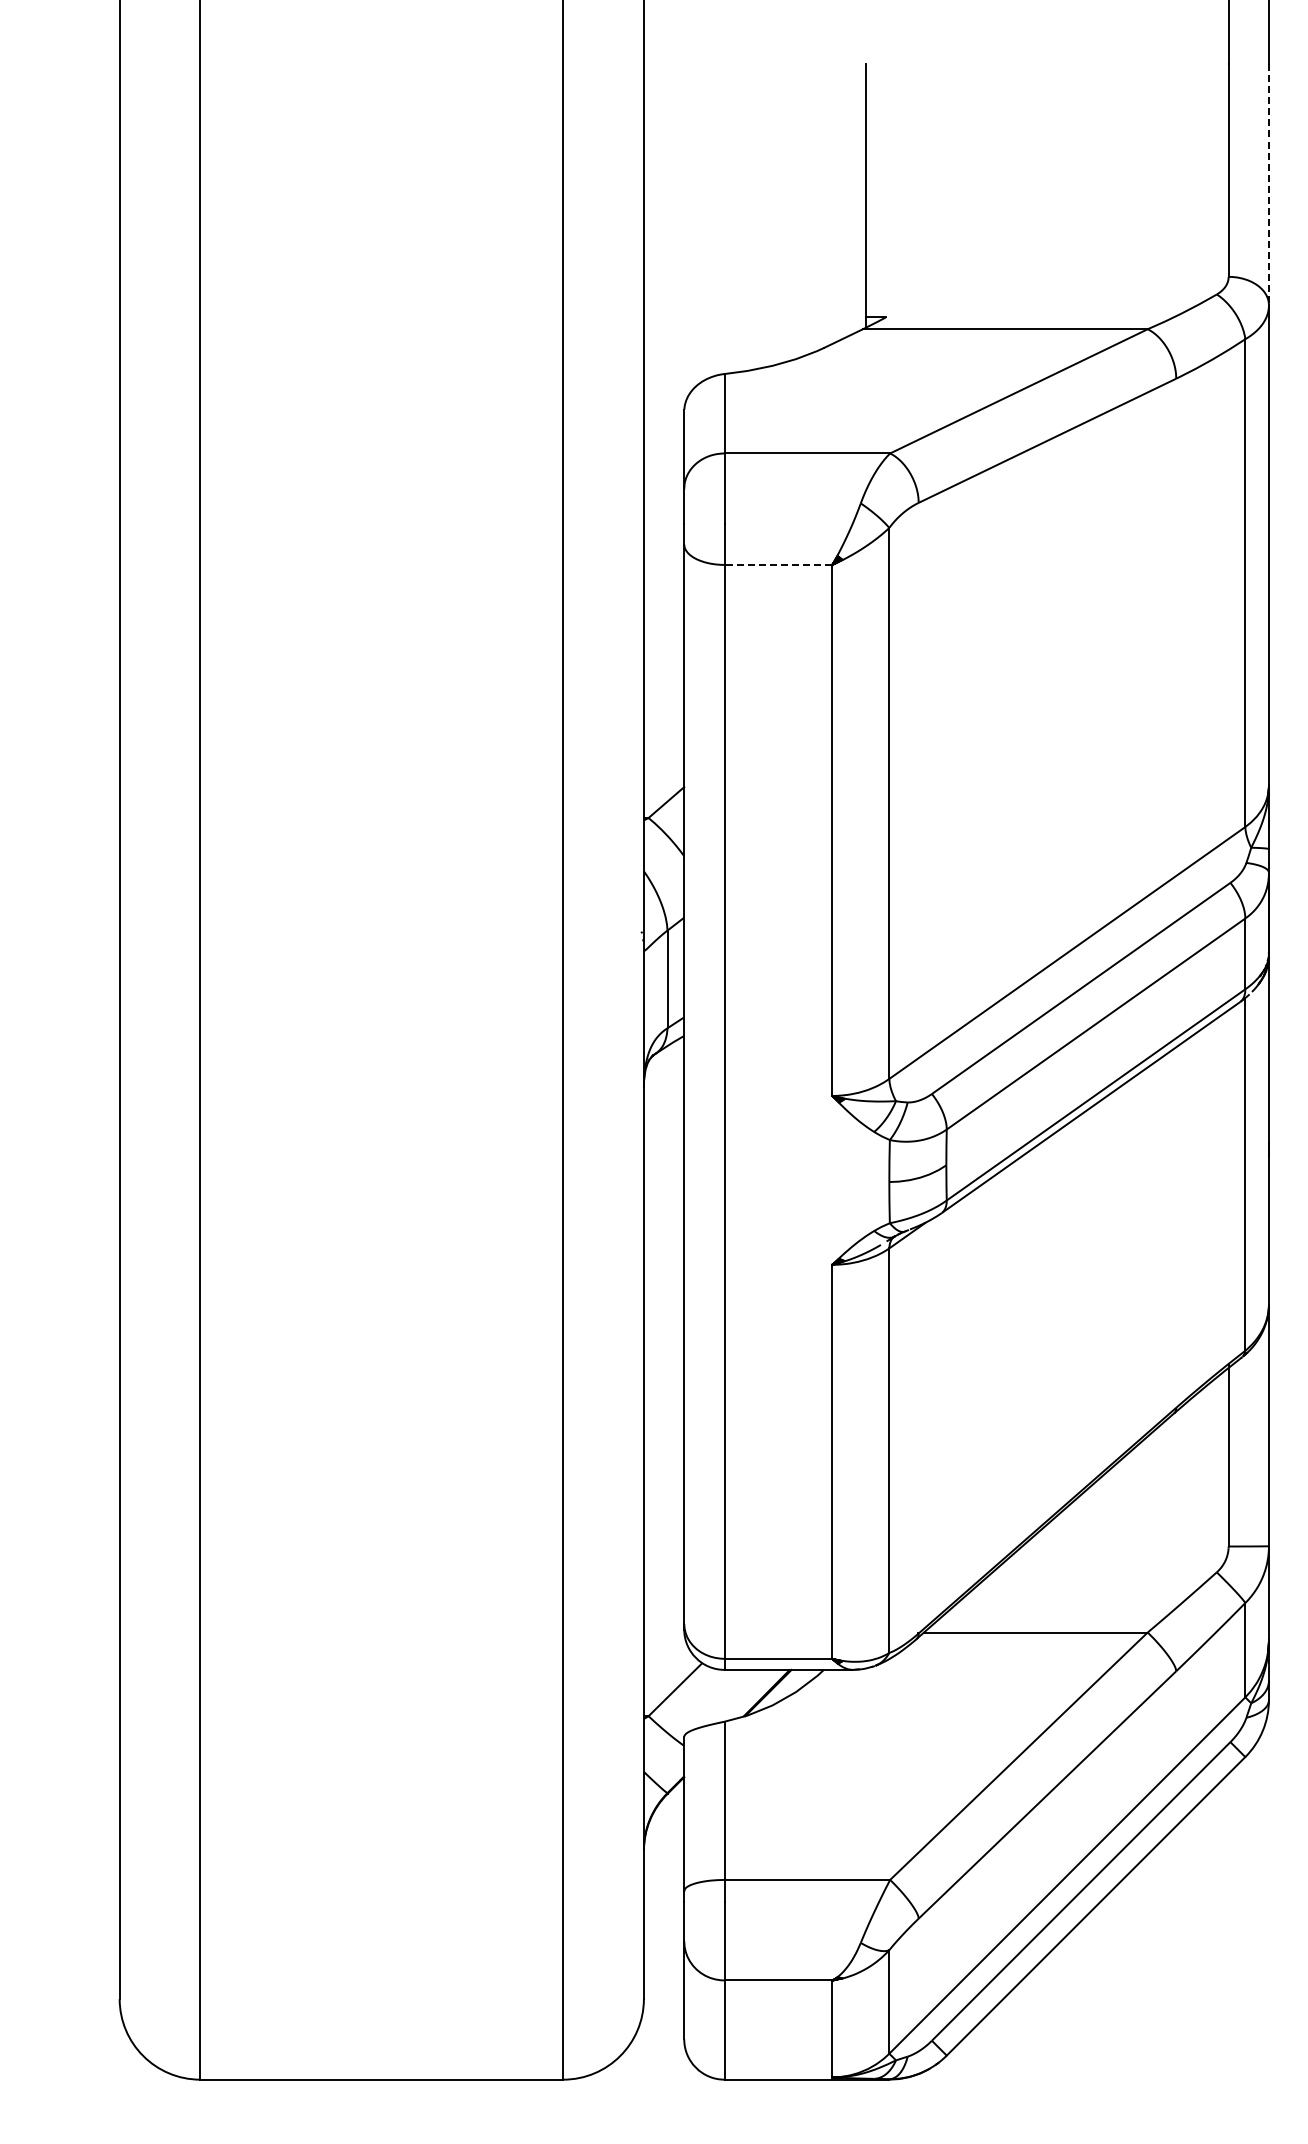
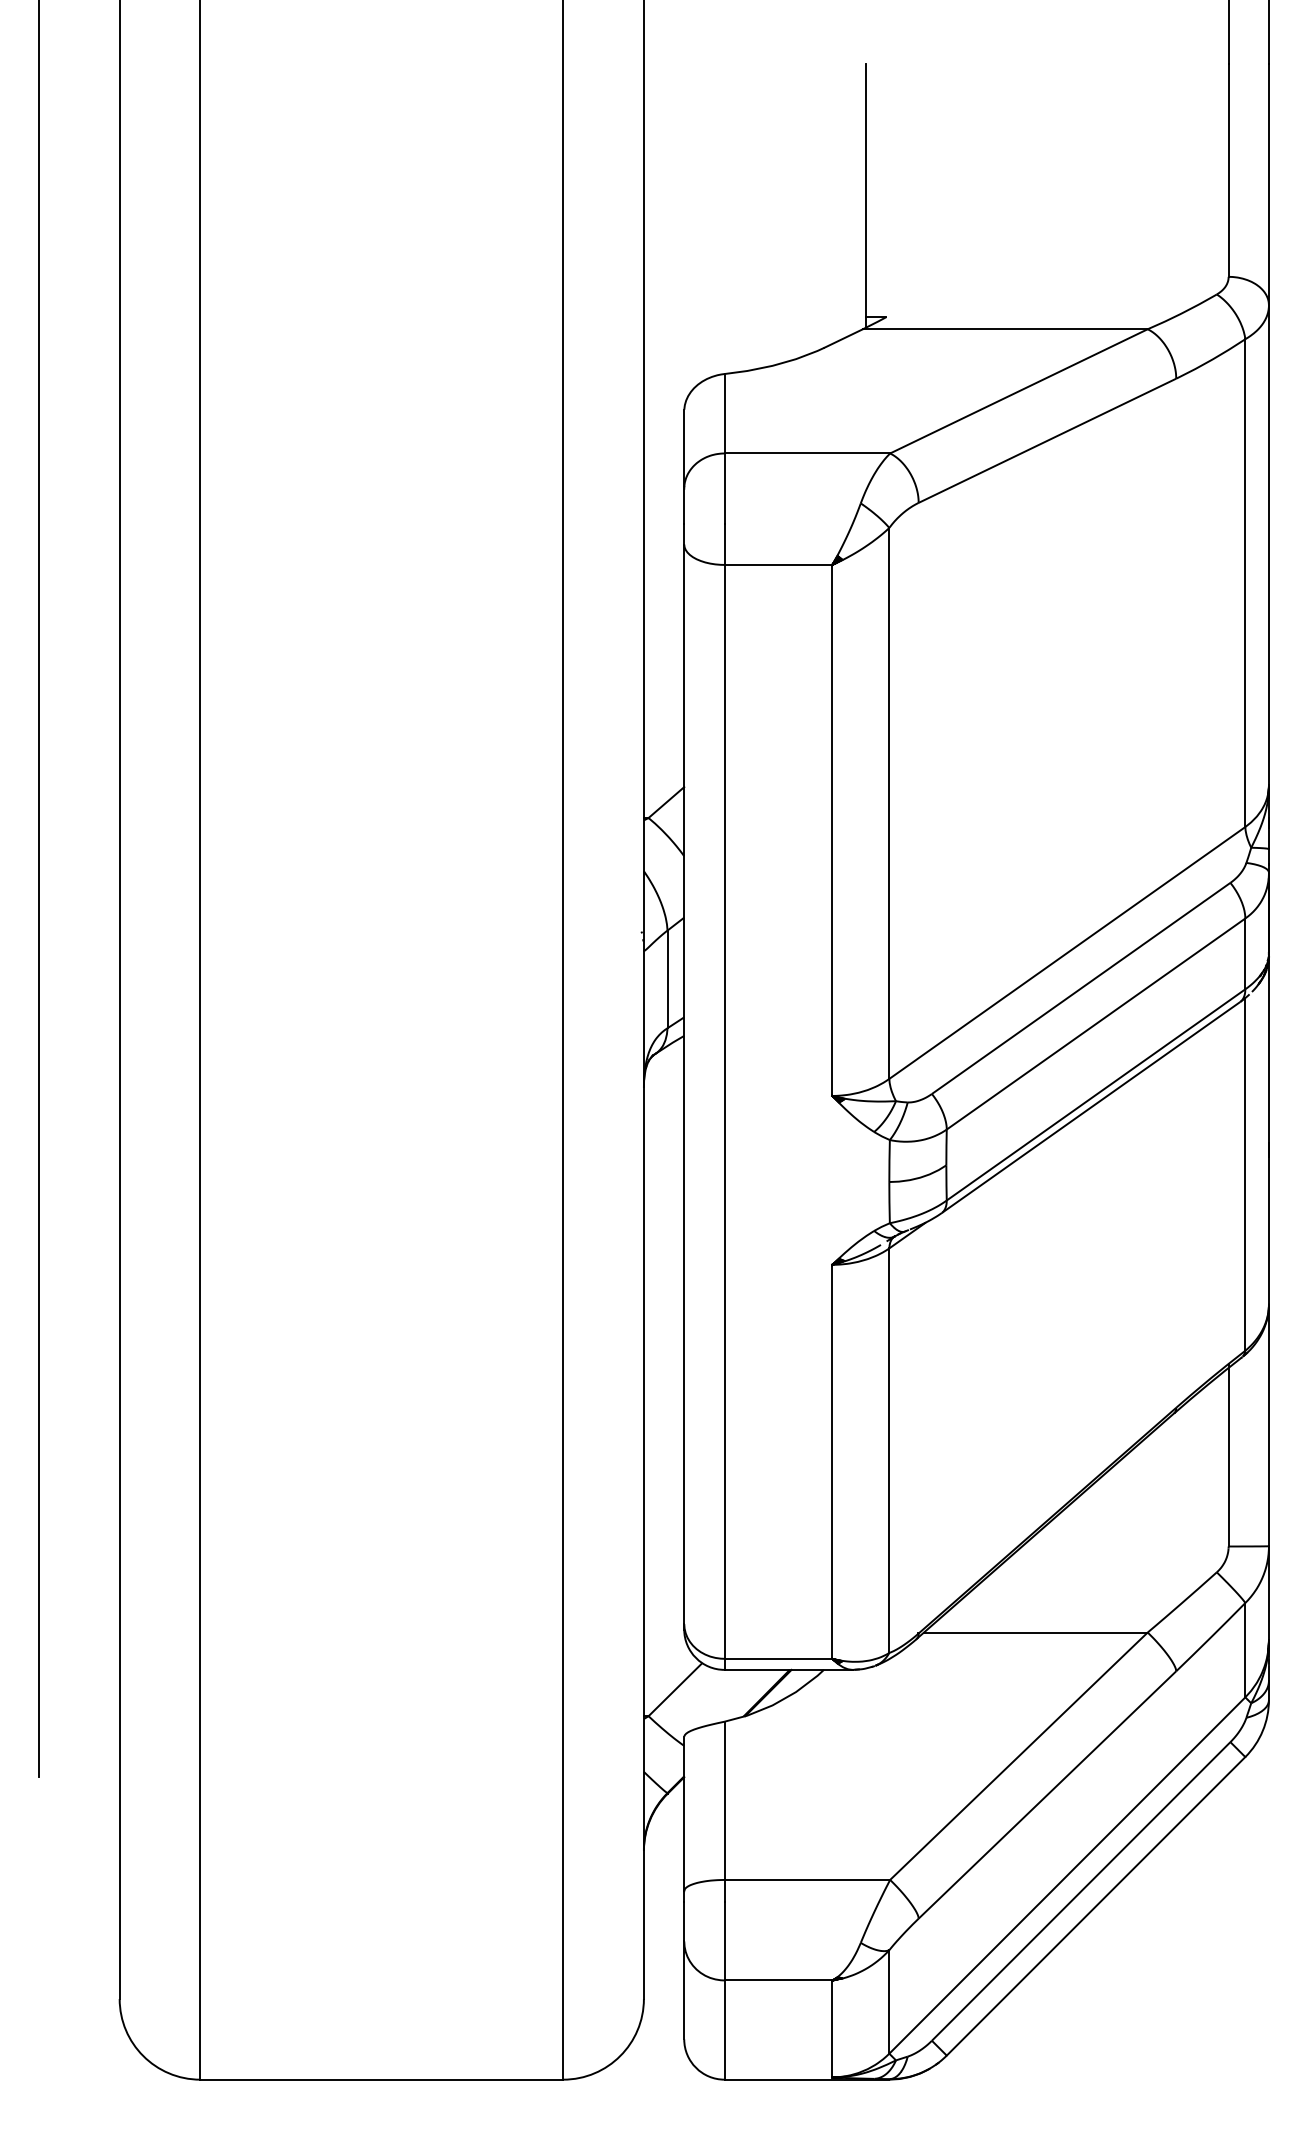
line at (1268, 185): dashed -> solid
line at (778, 564): dashed -> solid
line at (39, 889): none -> present
